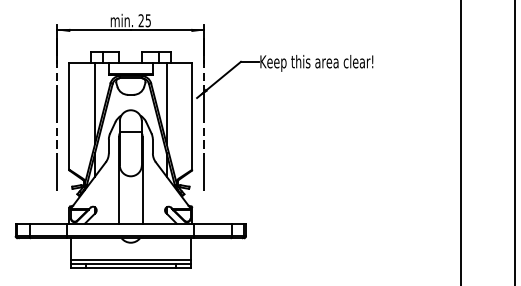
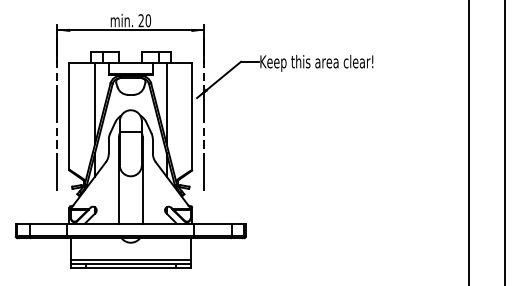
text at (148, 20): 25 -> 20
line at (460, 142) position: (460, 142) -> (468, 142)
line at (515, 142) position: (515, 142) -> (505, 142)
